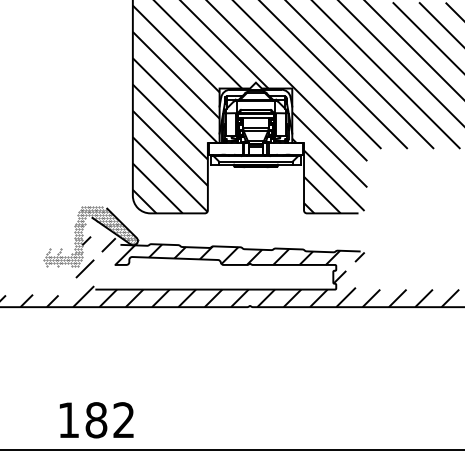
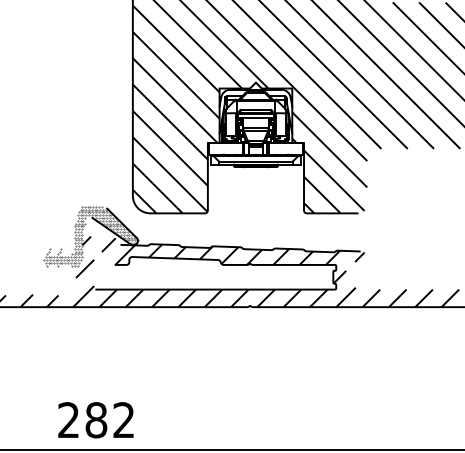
text at (68, 419): 182 -> 282
